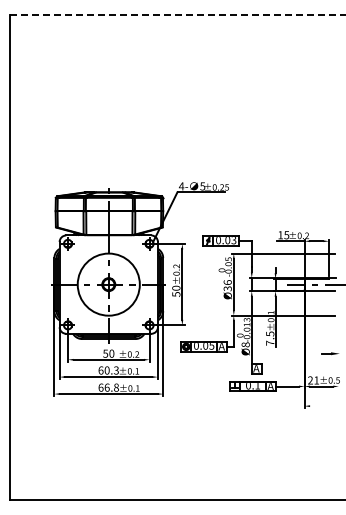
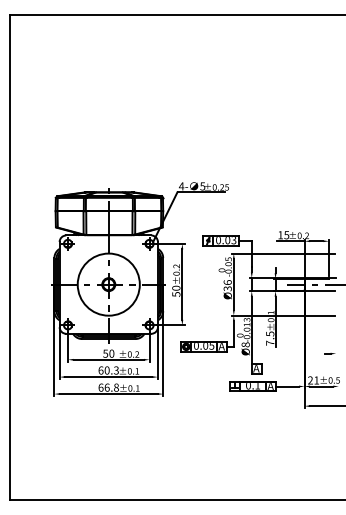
line at (178, 15): dashed -> solid
part at (330, 353) size: 19x4 px -> 12x3 px
line at (326, 406): none -> present
